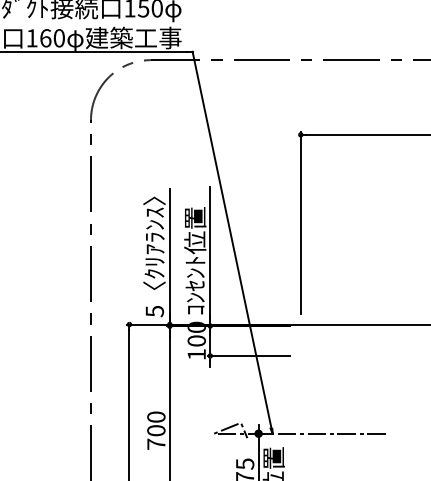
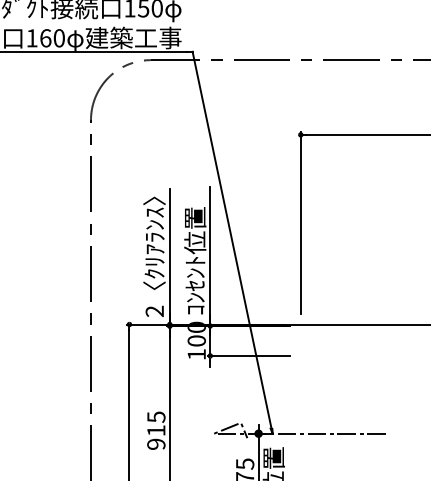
text at (154, 311): 5 -> 2
text at (156, 430): 700 -> 915
